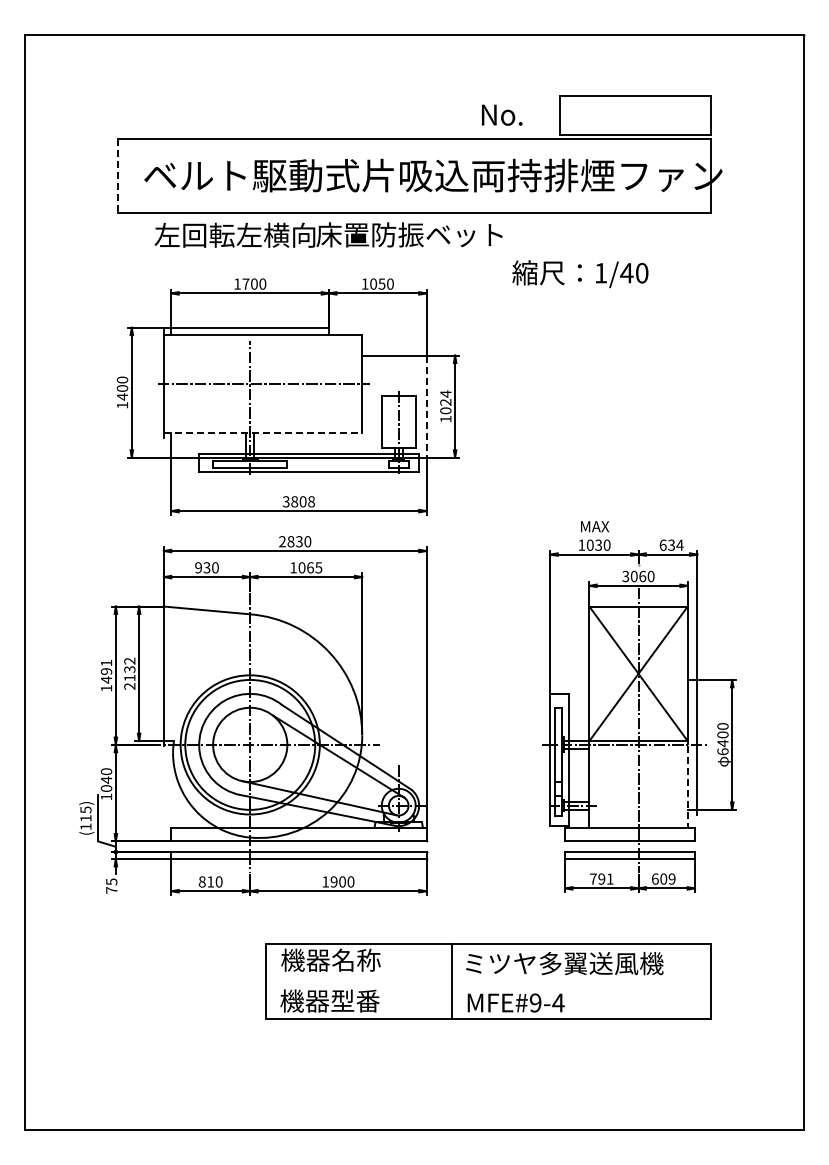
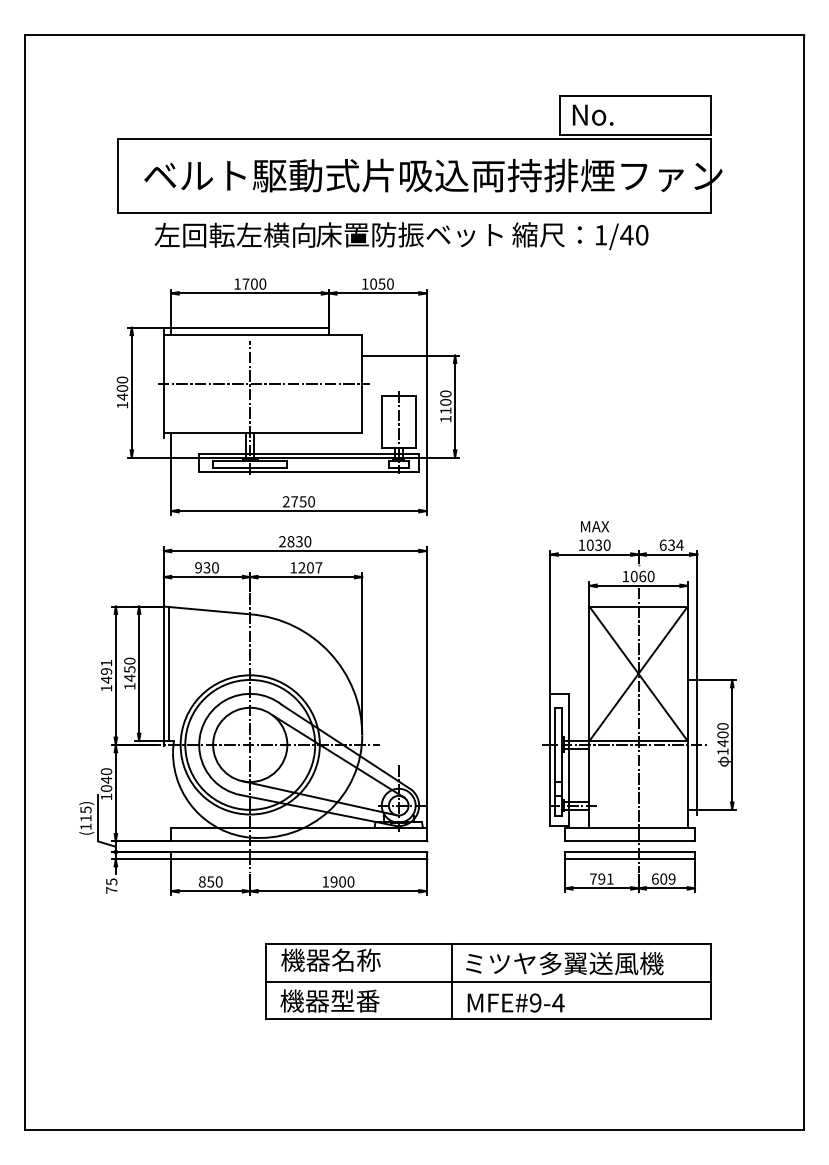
text at (502, 114) position: (502, 114) -> (593, 114)
line at (117, 176): dashed -> solid
text at (580, 274) position: (580, 274) -> (580, 236)
text at (445, 402): 1024 -> 1100
line at (426, 407): dashed -> solid
line at (263, 433): dashed -> solid
text at (298, 501): 3808 -> 2750
text at (310, 567): 1065 -> 1207
text at (625, 576): 3060 -> 1060
text at (129, 673): 2132 -> 1450
line at (168, 673): none -> present
text at (722, 751): 6400 -> 1400
line at (687, 786): dashed -> solid
text at (210, 881): 810 -> 850
line at (488, 981): none -> present
